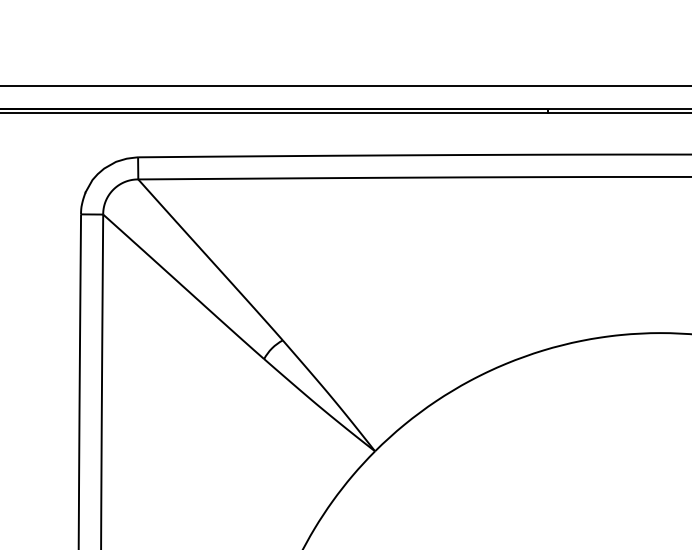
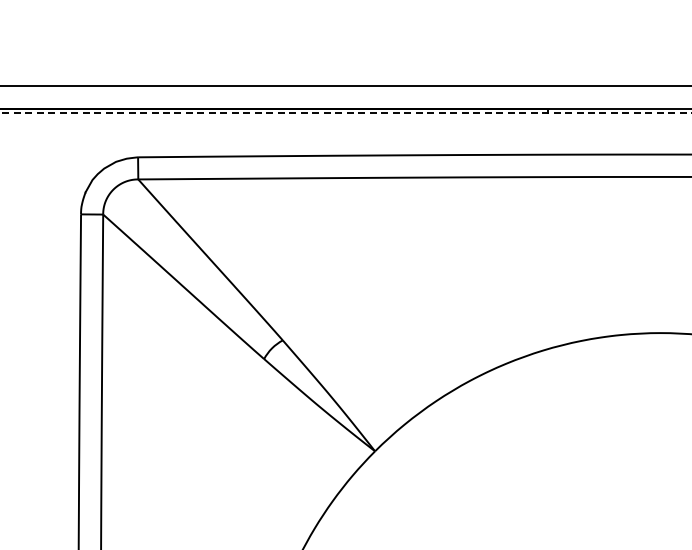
line at (345, 113): solid -> dashed
